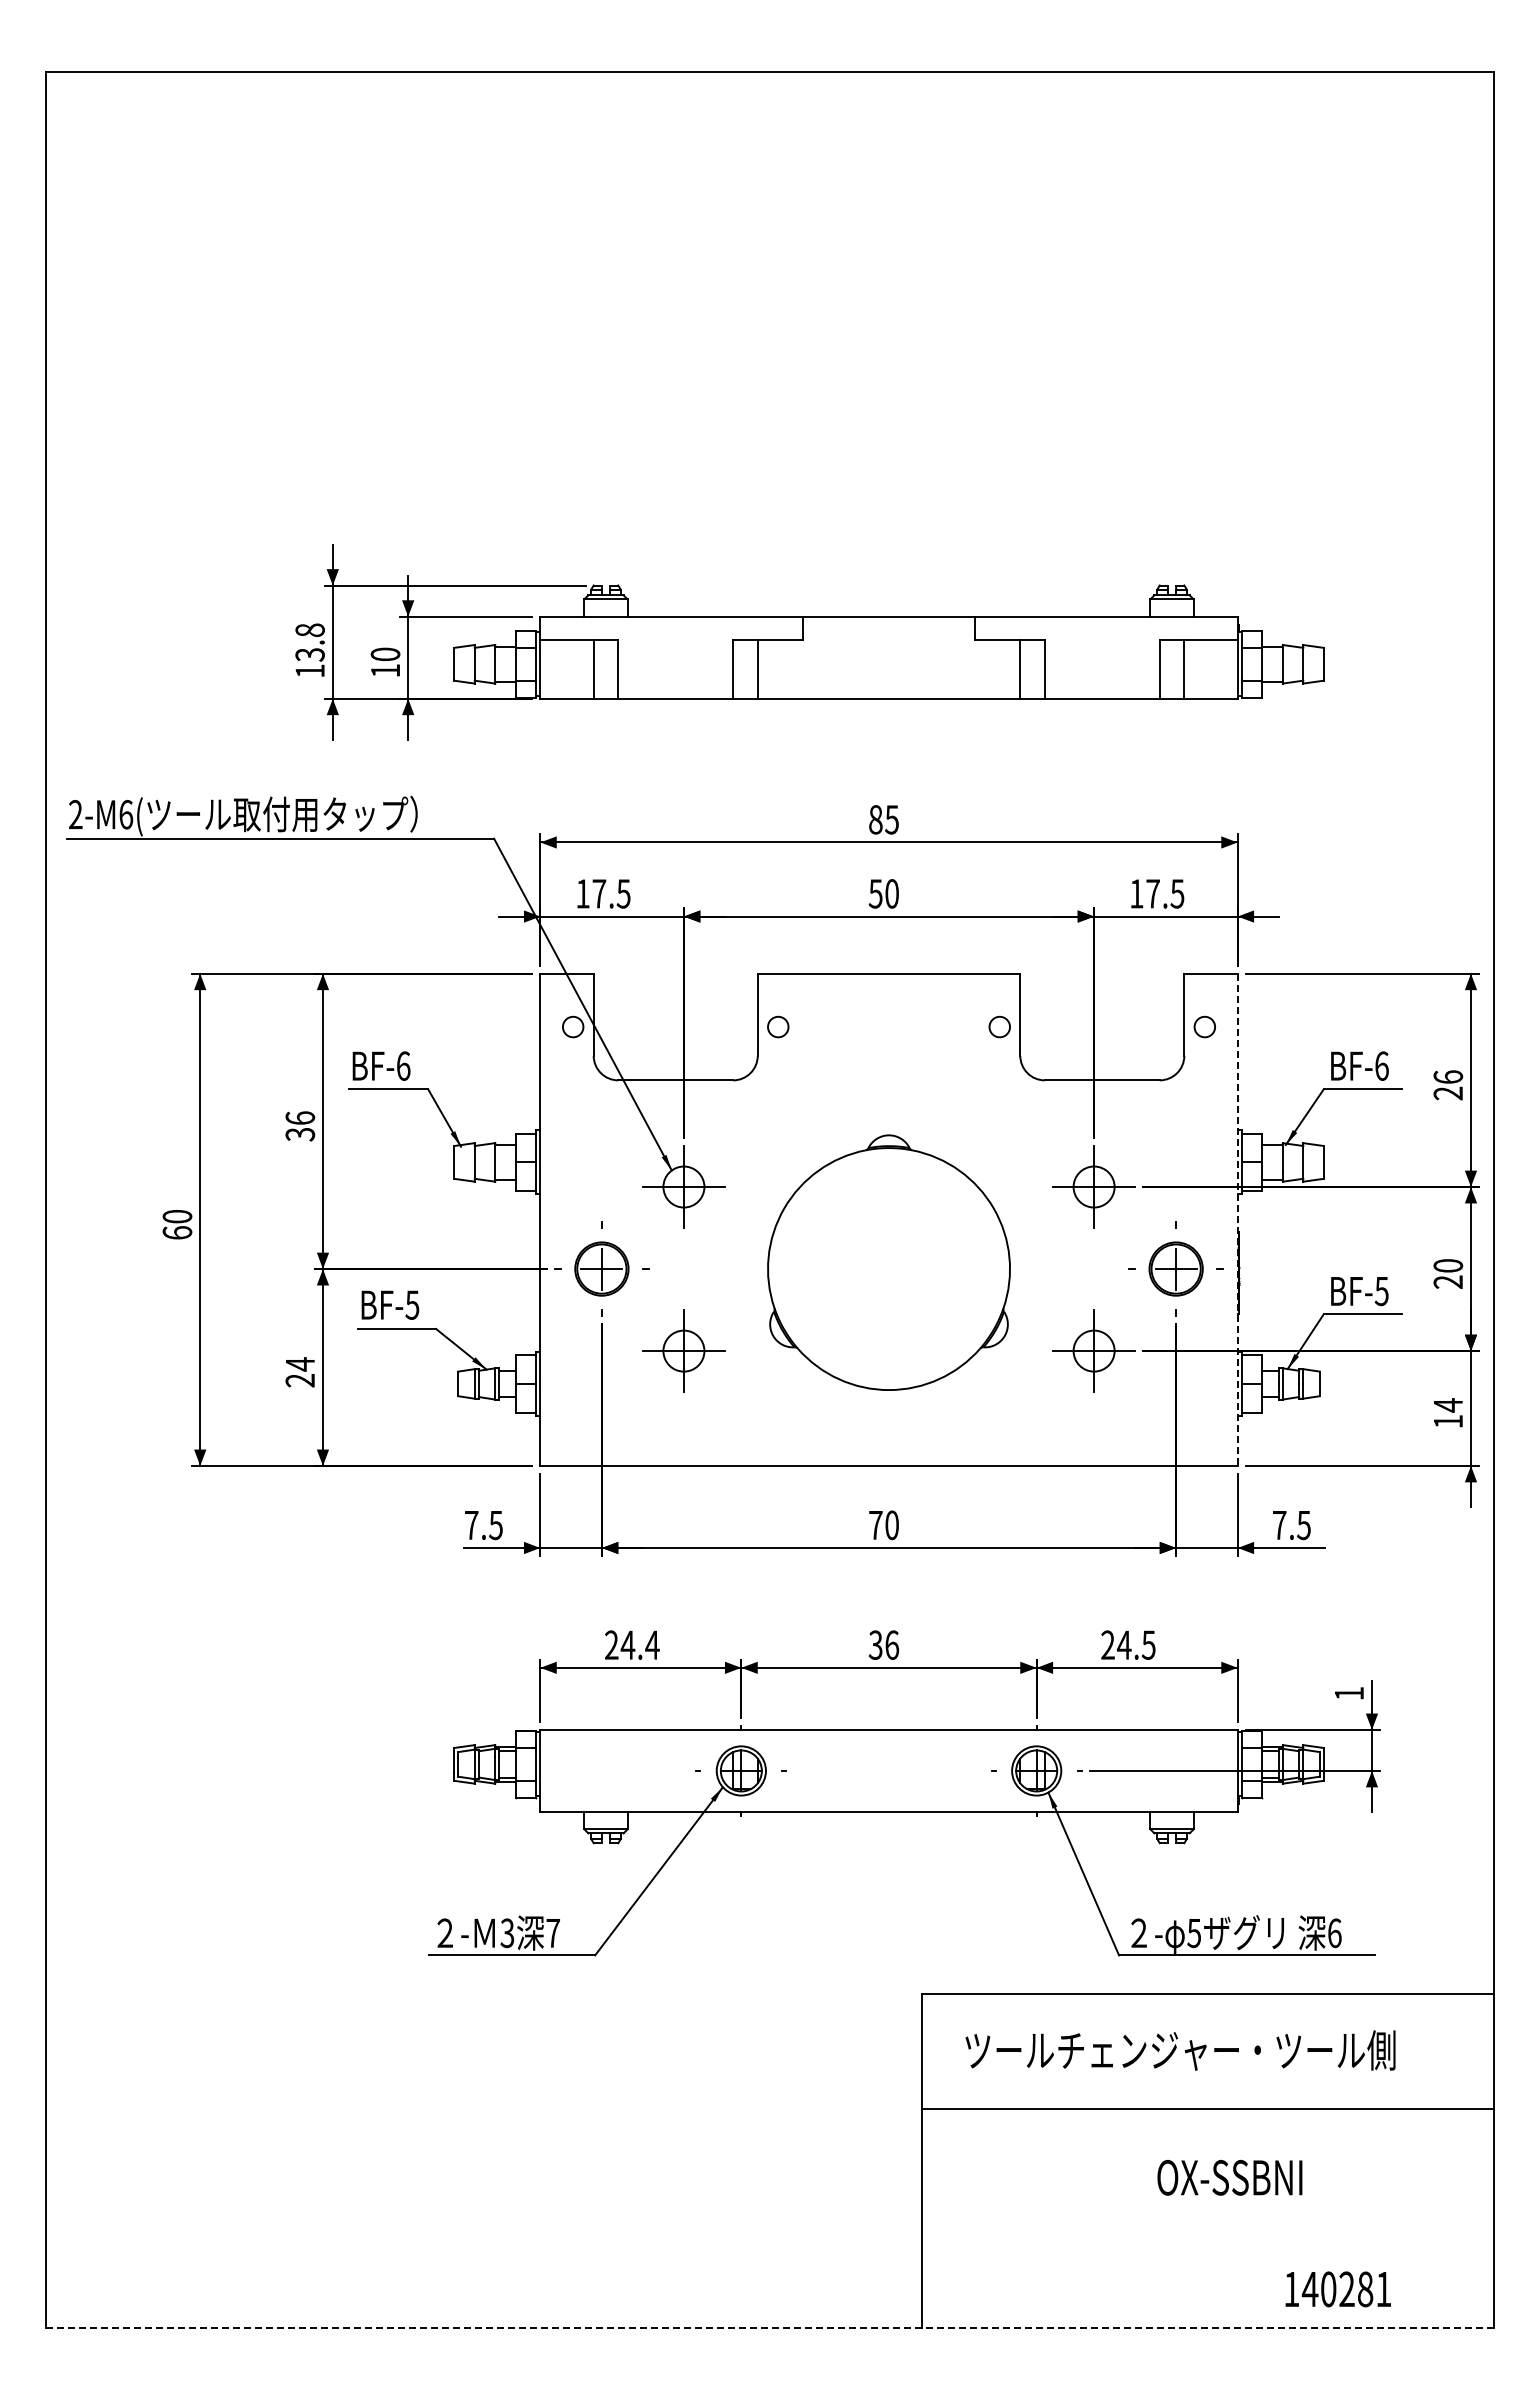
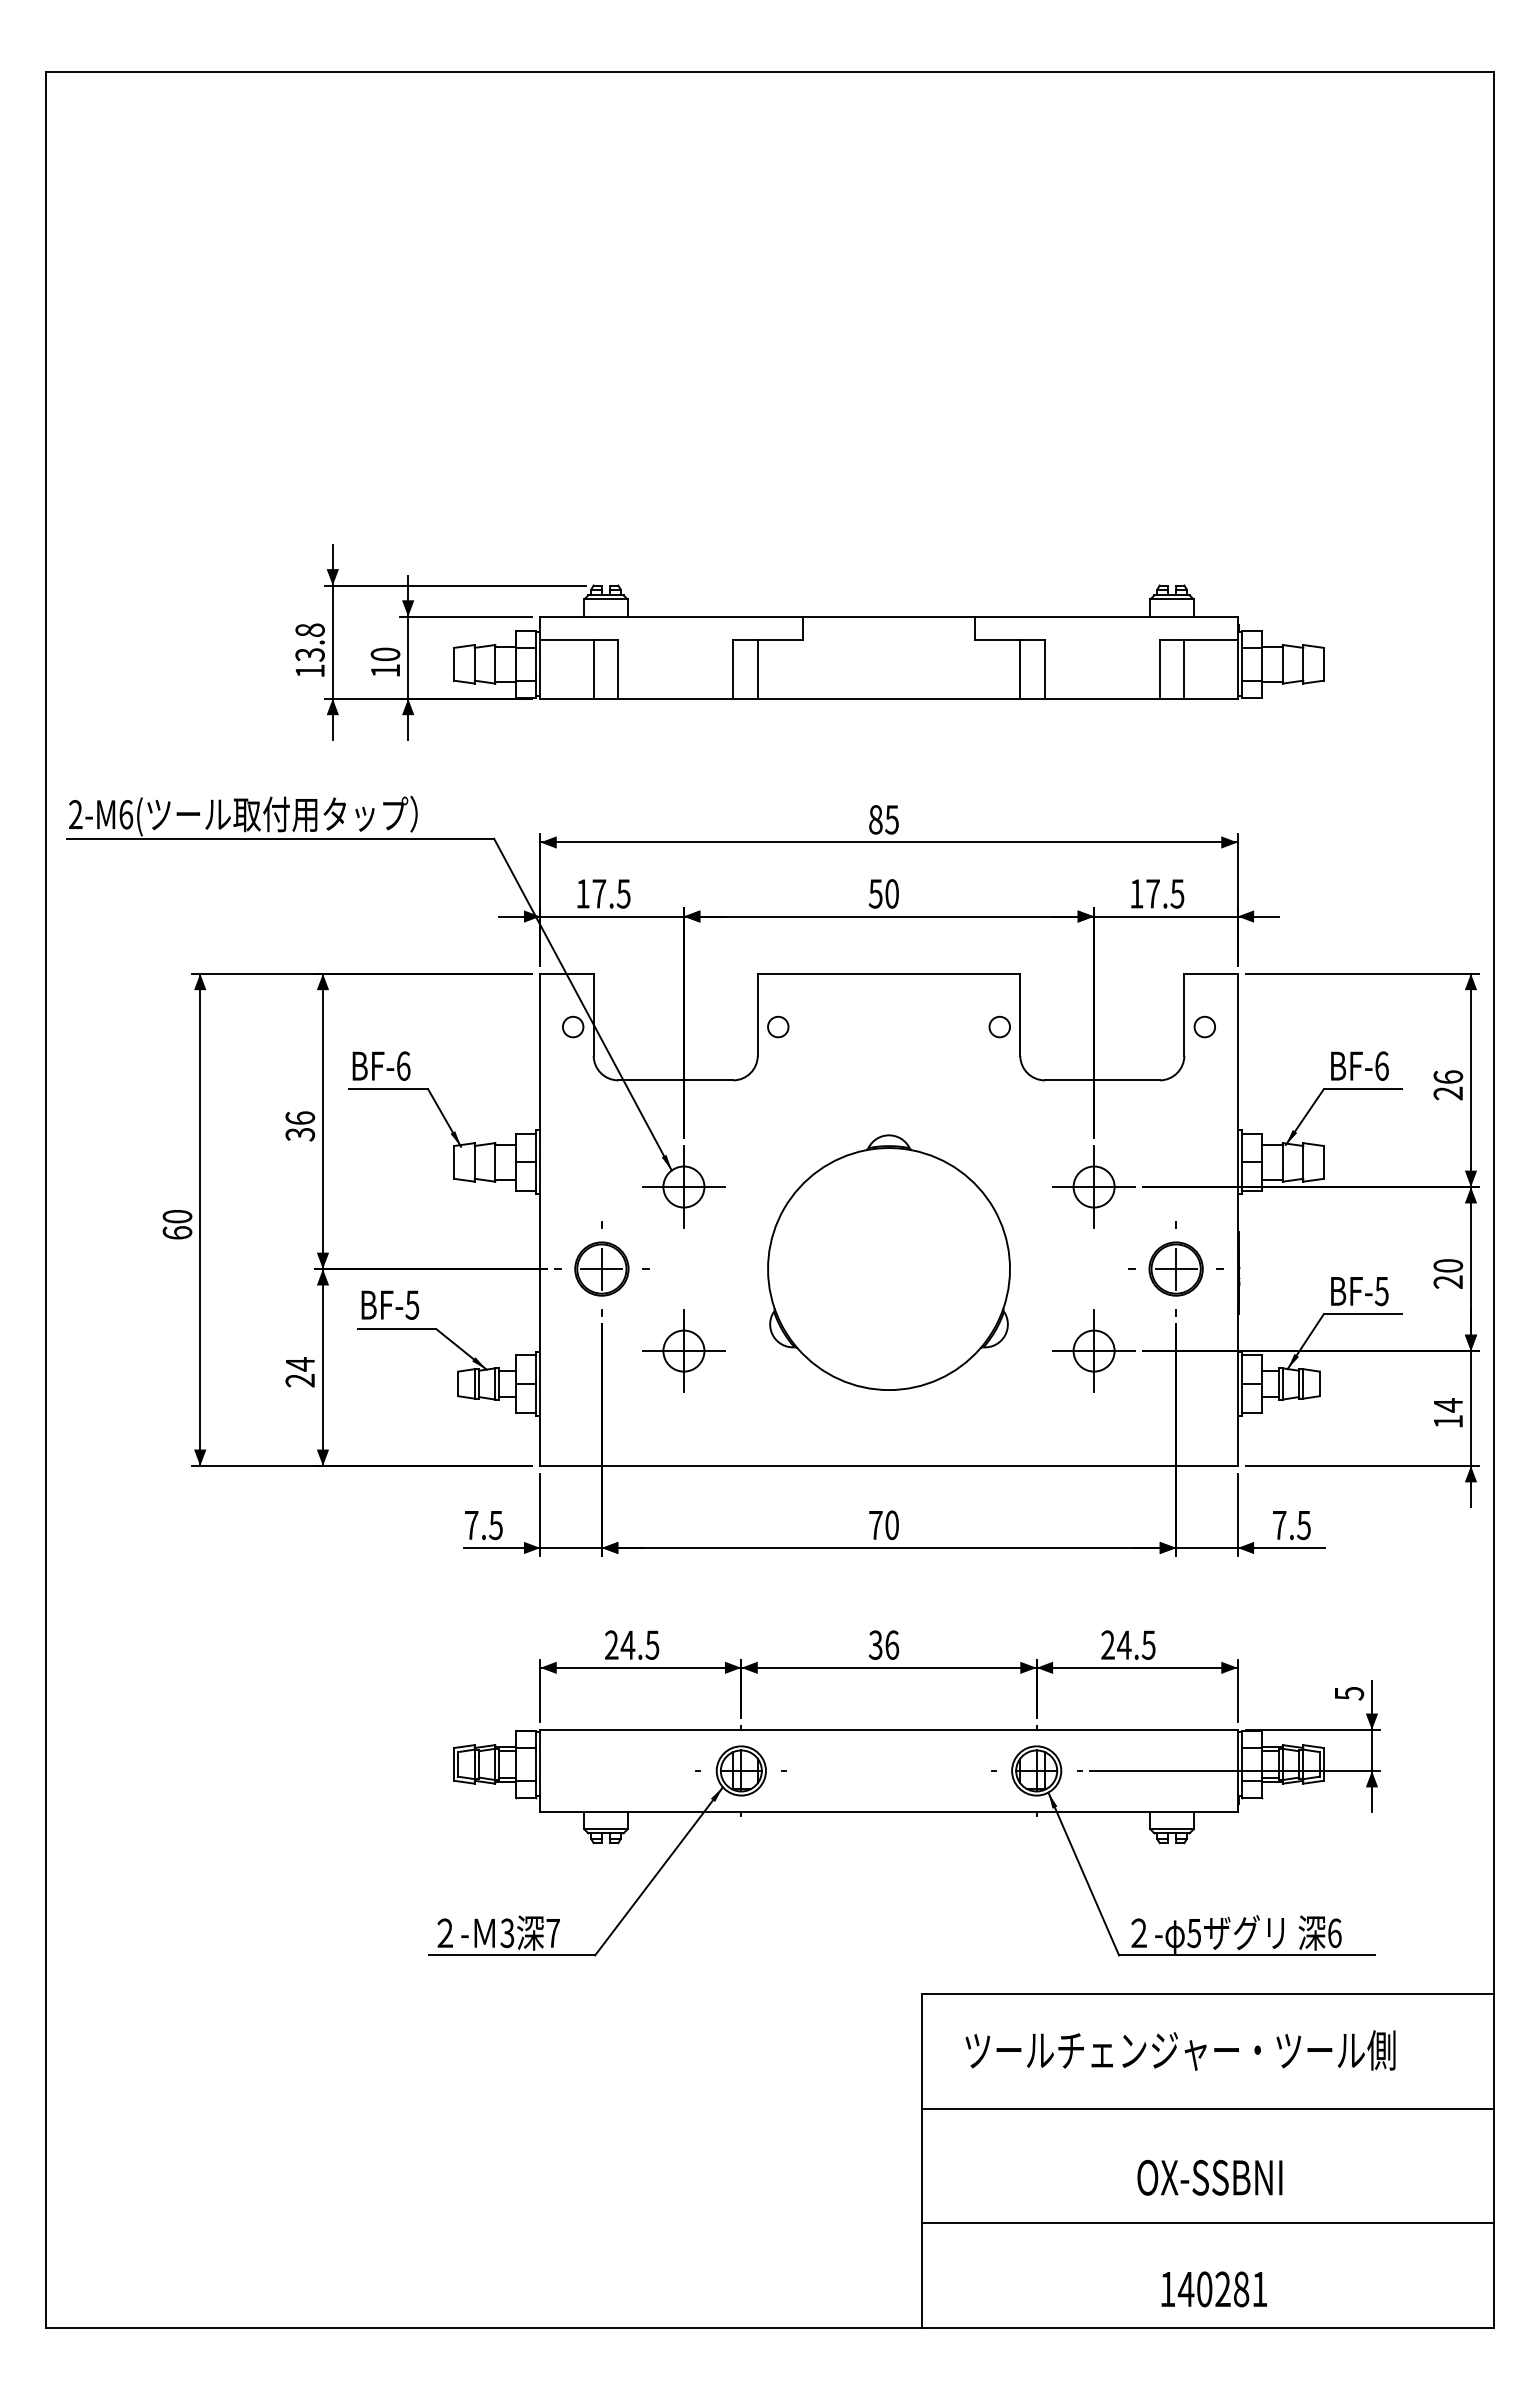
line at (1237, 1220): dashed -> solid
text at (652, 1644): 24.4 -> 24.5
text at (1349, 1693): 1 -> 5
text at (1229, 2177) position: (1229, 2177) -> (1209, 2177)
line at (1207, 2223): none -> present
text at (1337, 2289) position: (1337, 2289) -> (1213, 2289)
line at (769, 2328): dashed -> solid
